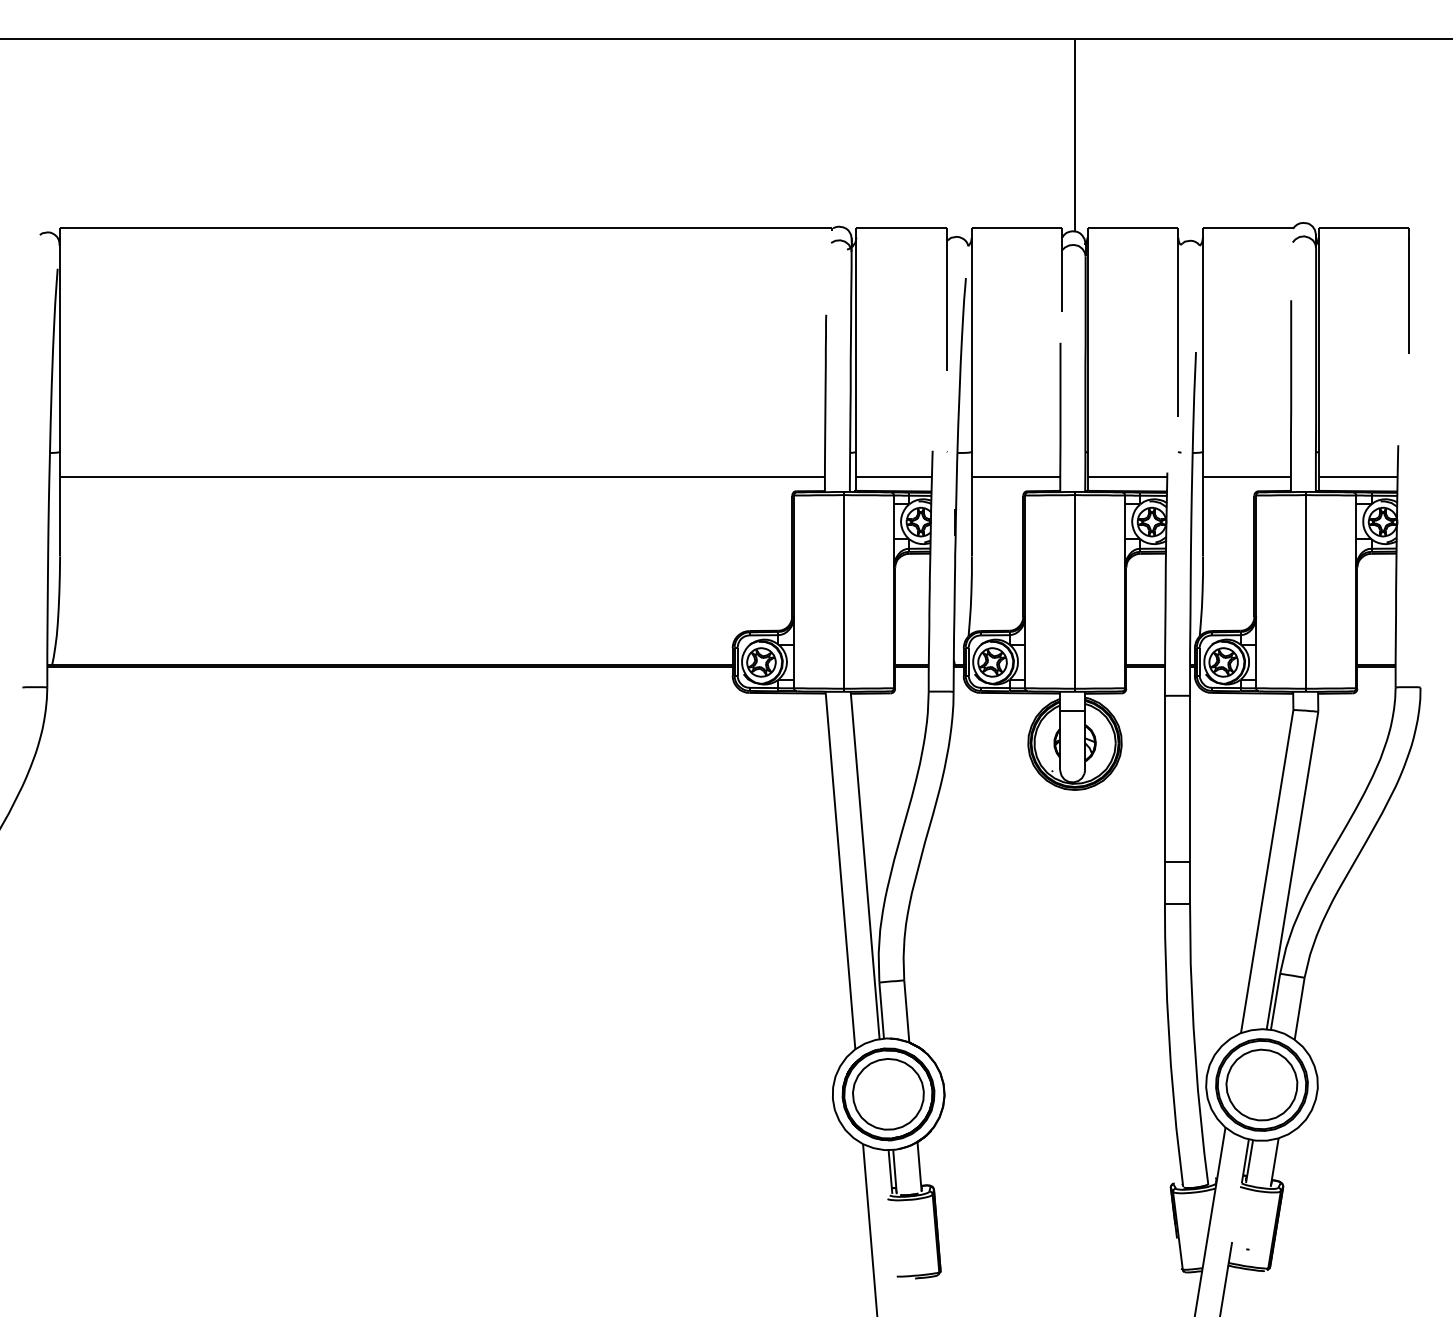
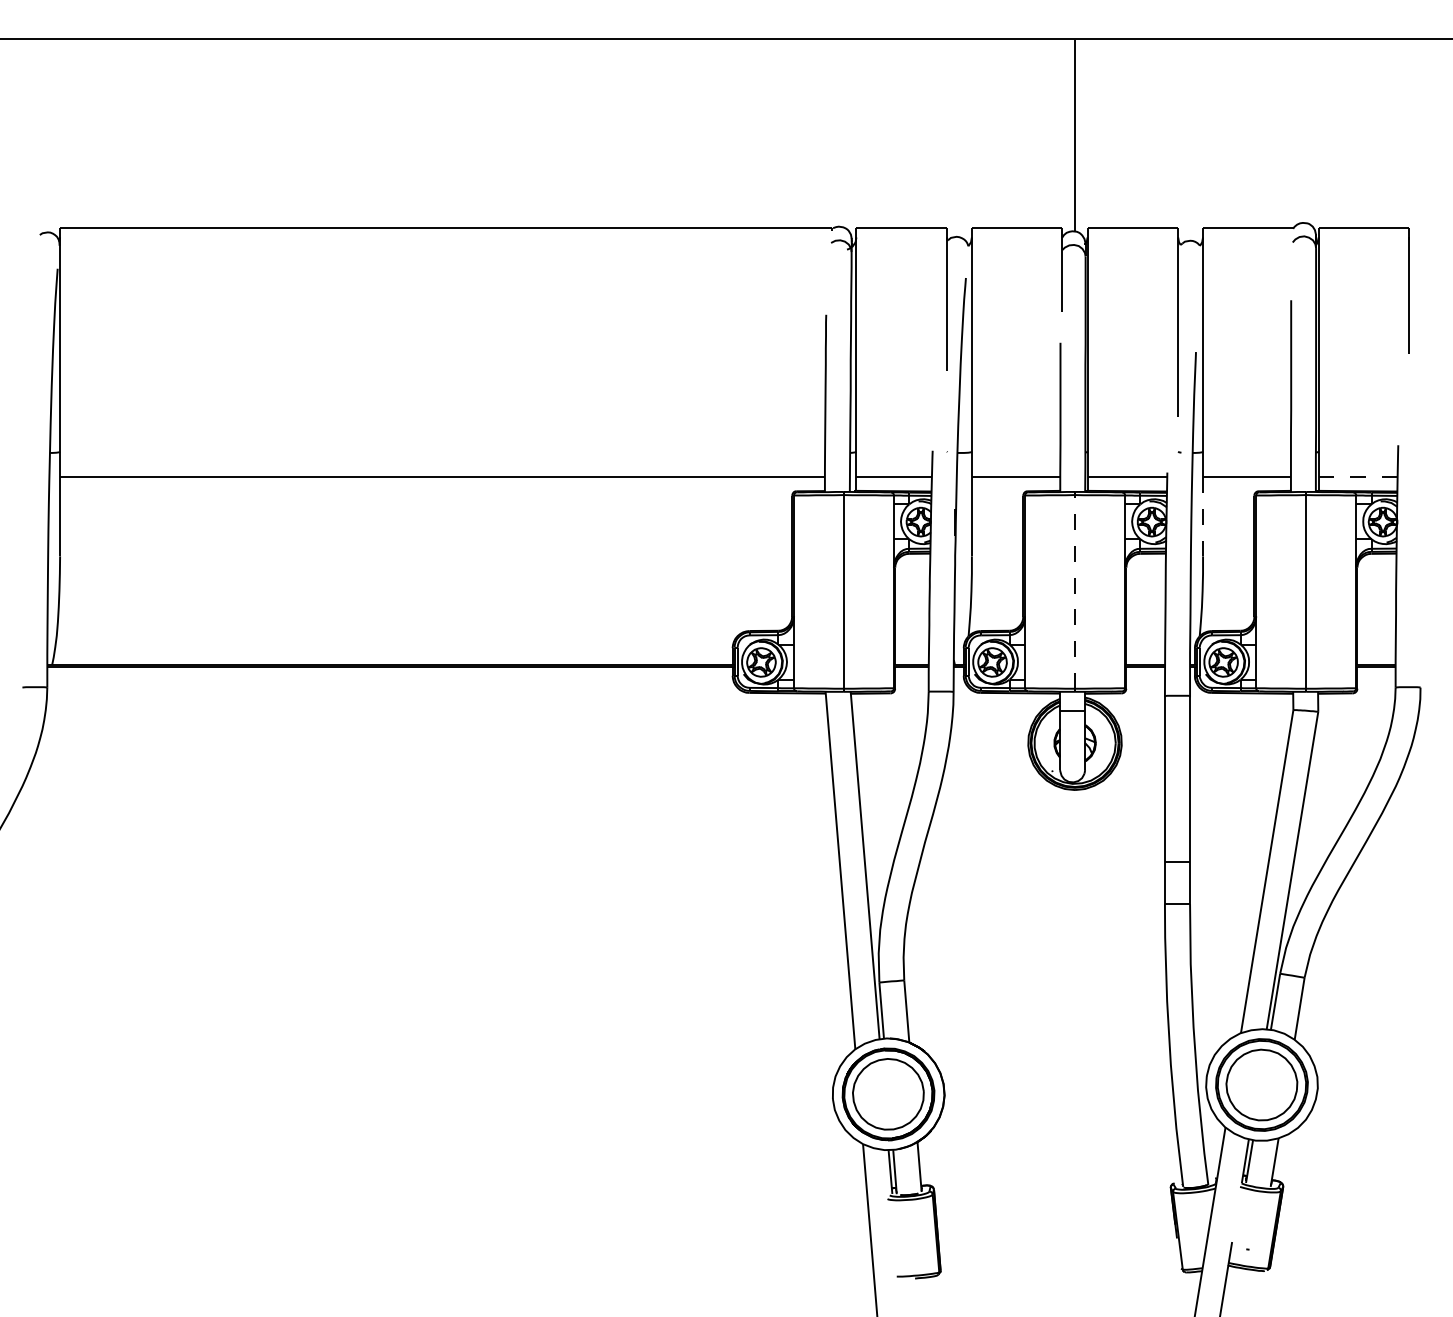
line at (1357, 477): solid -> dashed
line at (1203, 517): solid -> dashed
line at (1075, 591): solid -> dashed
